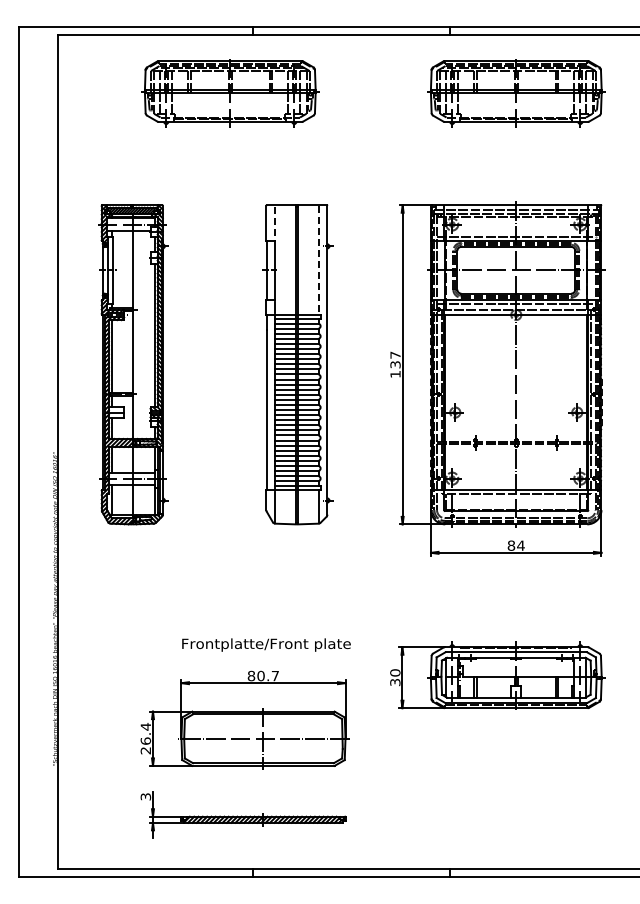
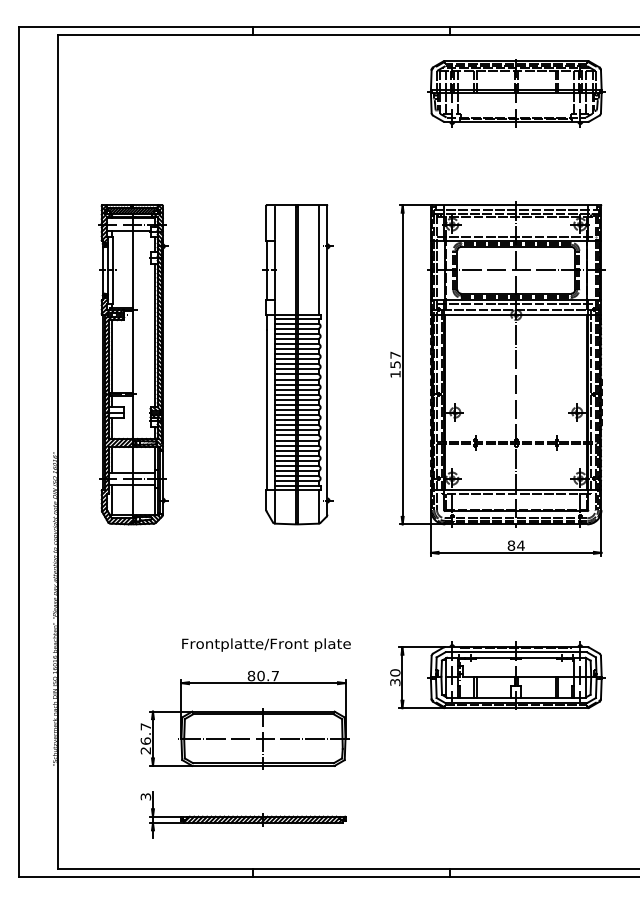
part at (230, 93): present -> none
line at (275, 223): dashed -> solid
line at (318, 261): dashed -> solid
text at (394, 364): 137 -> 157
text at (145, 726): 26.4 -> 26.7
